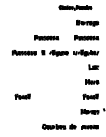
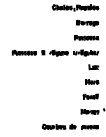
part at (75, 7) size: 35x6 px -> 49x8 px
part at (46, 37): present -> none
part at (22, 96): present -> none
